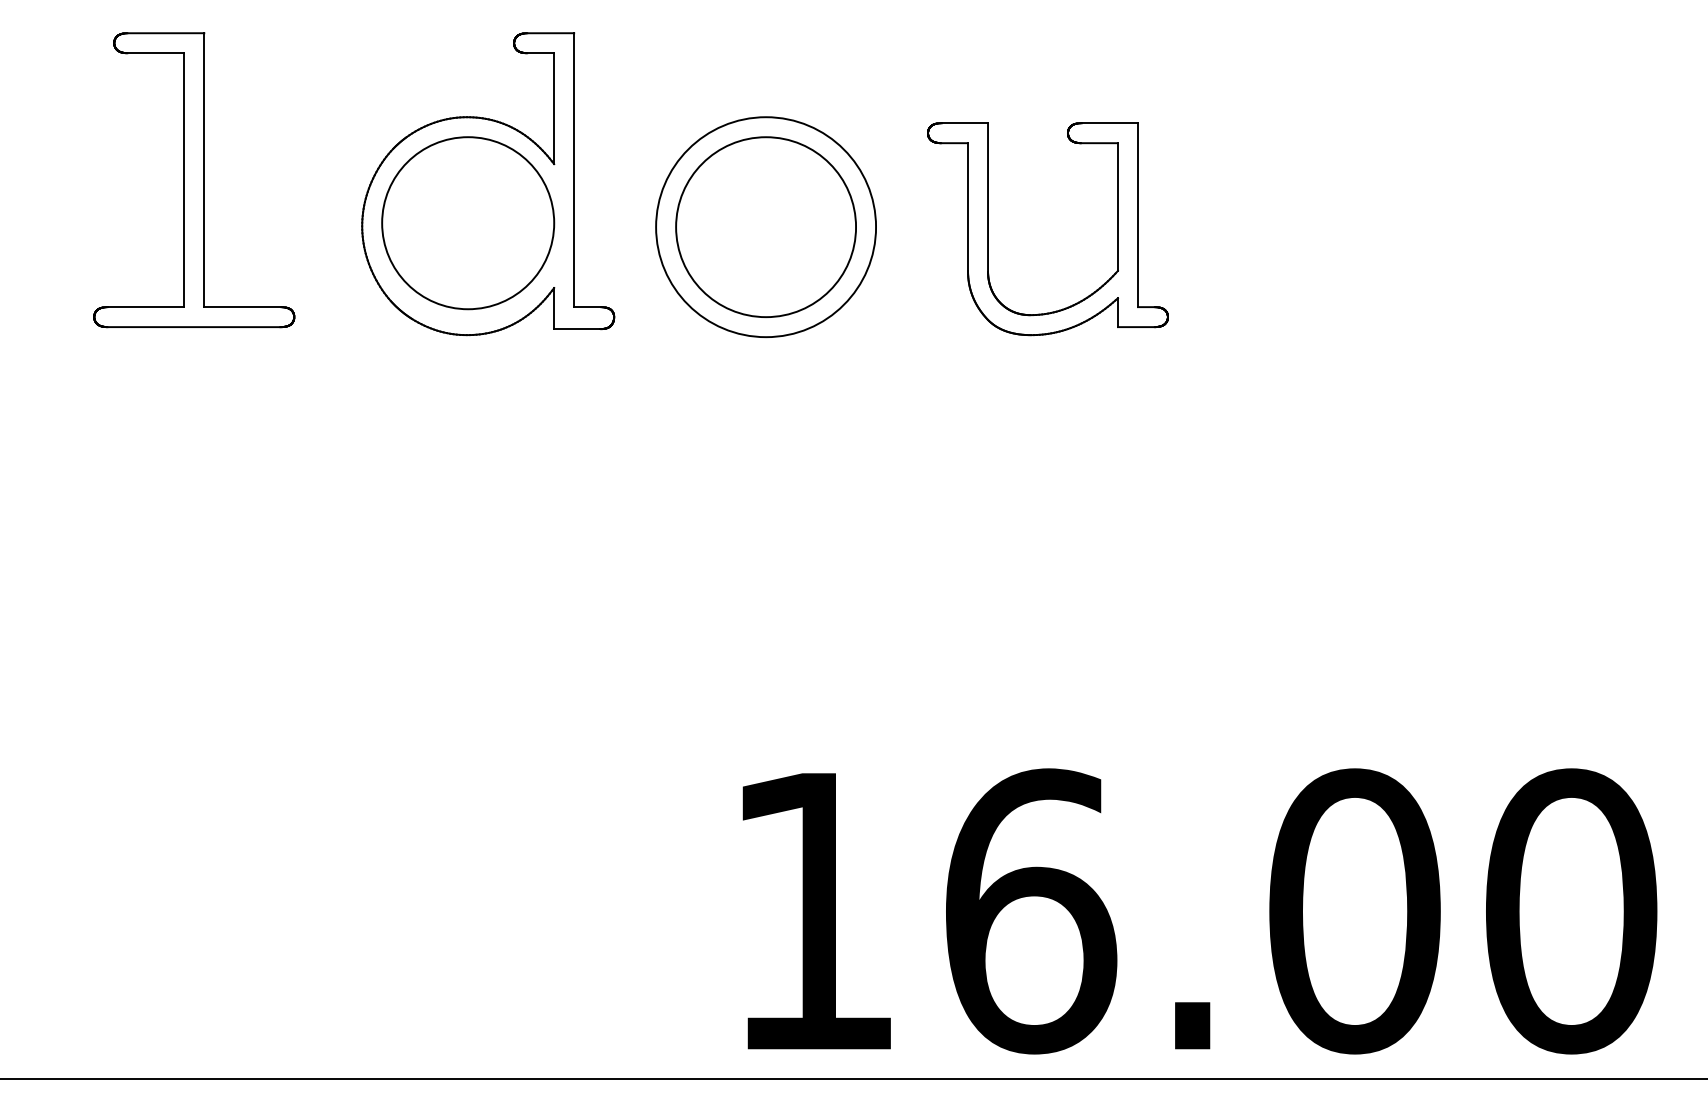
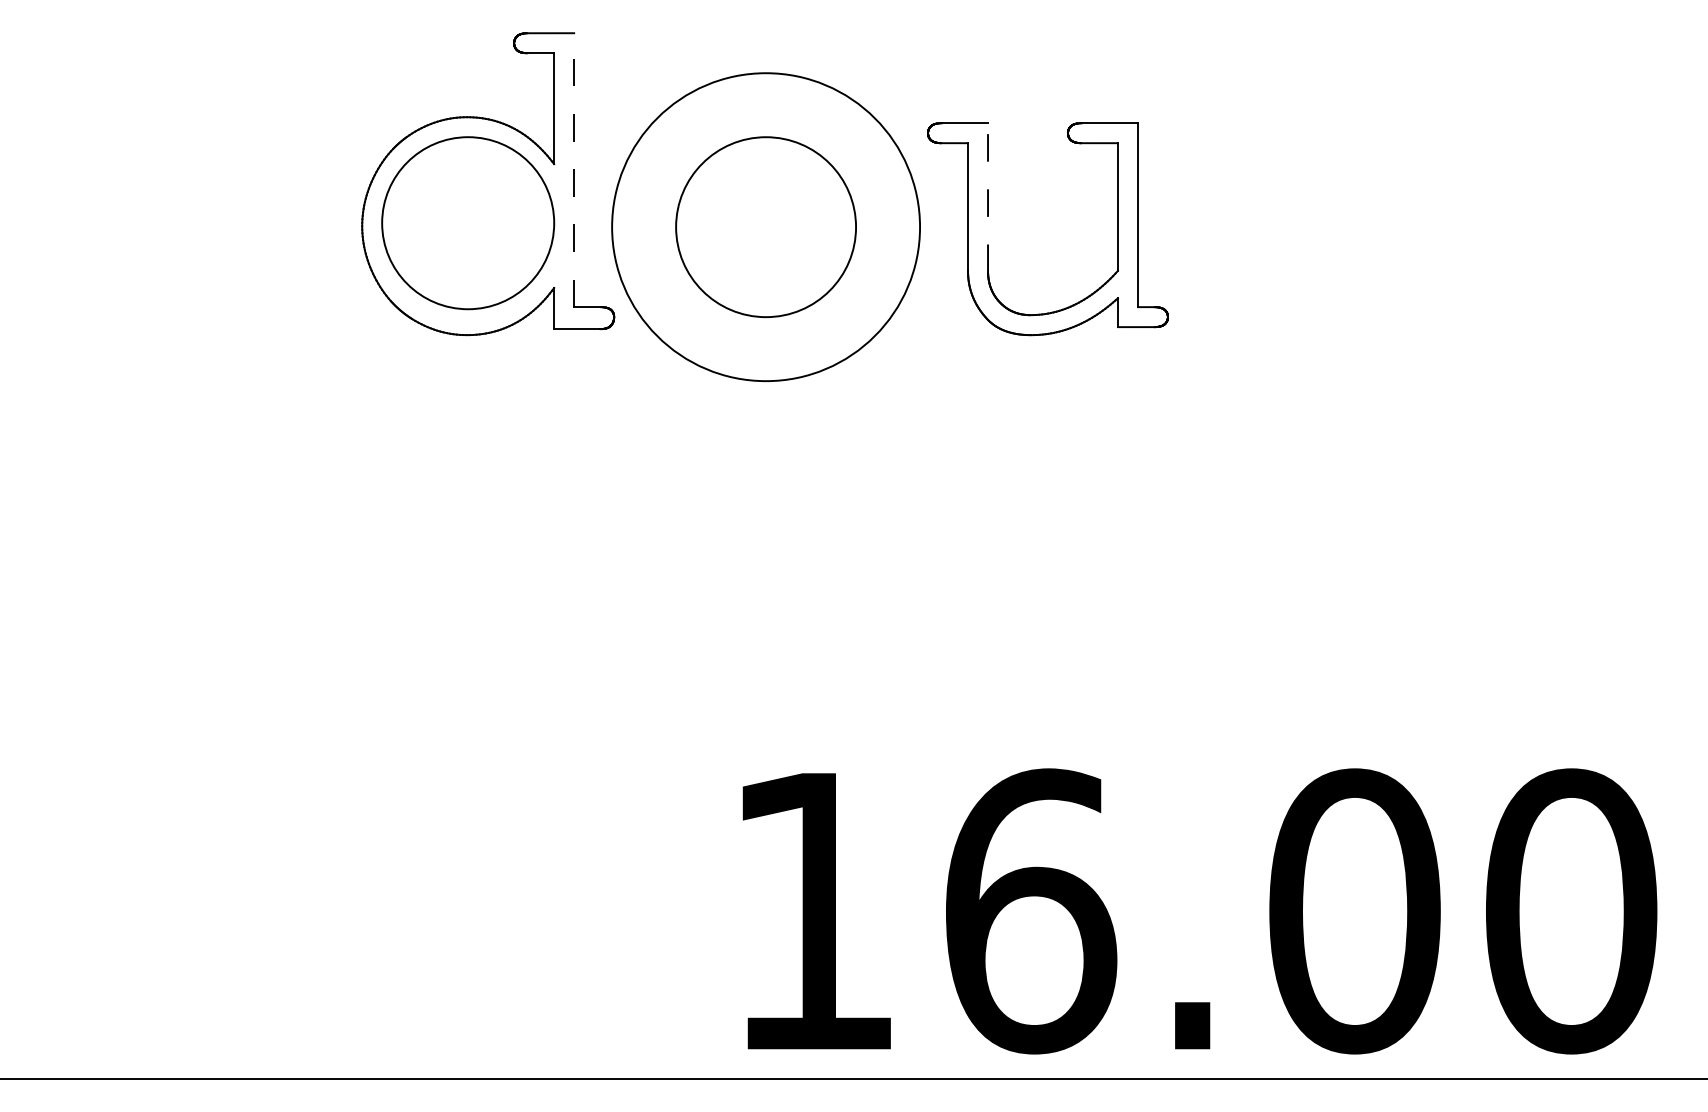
line at (574, 170): solid -> dashed
part at (194, 180): present -> none
line at (988, 197): solid -> dashed
circle at (766, 227) diameter: 220 px -> 308 px
